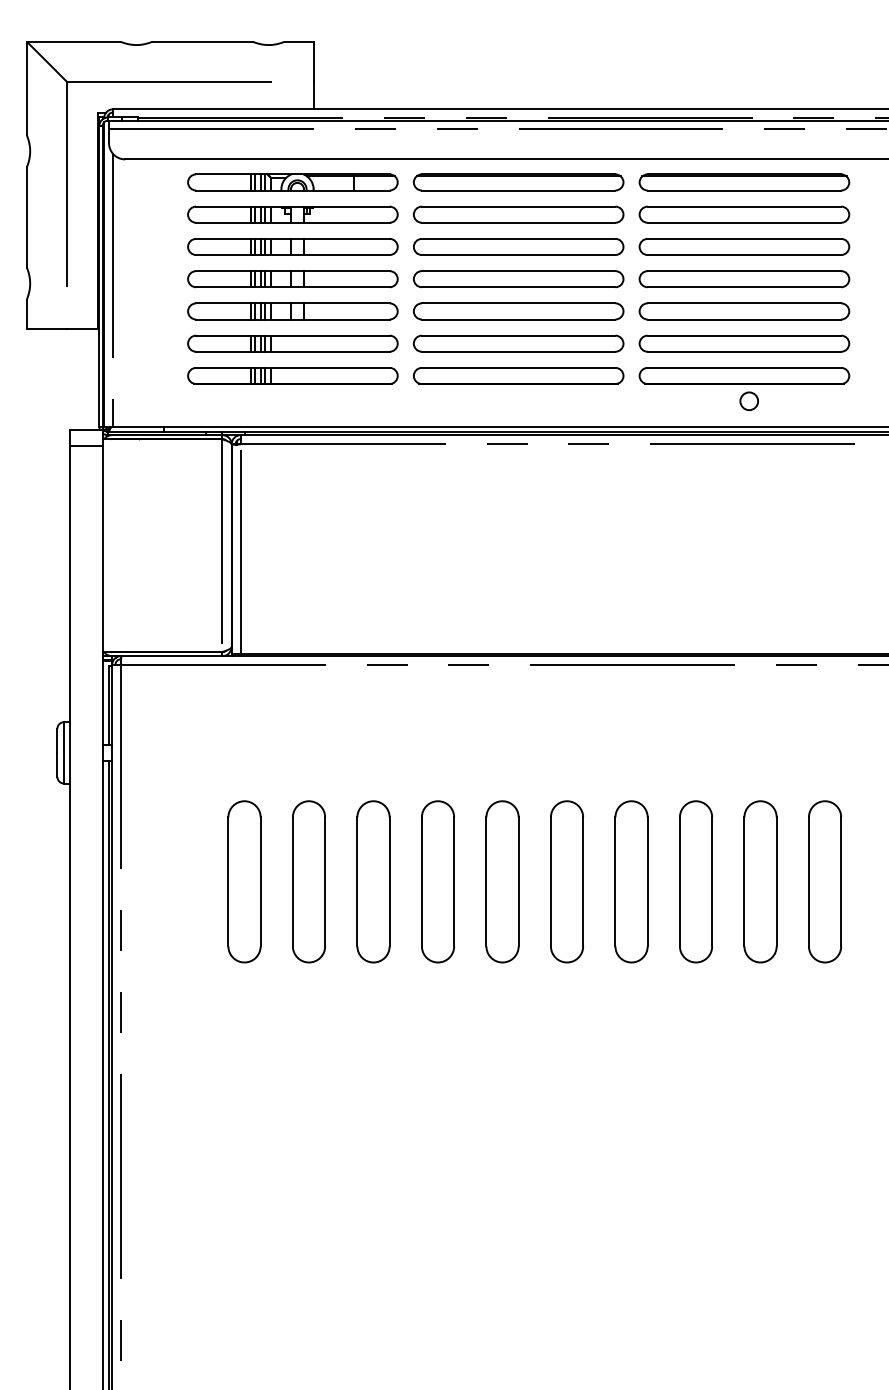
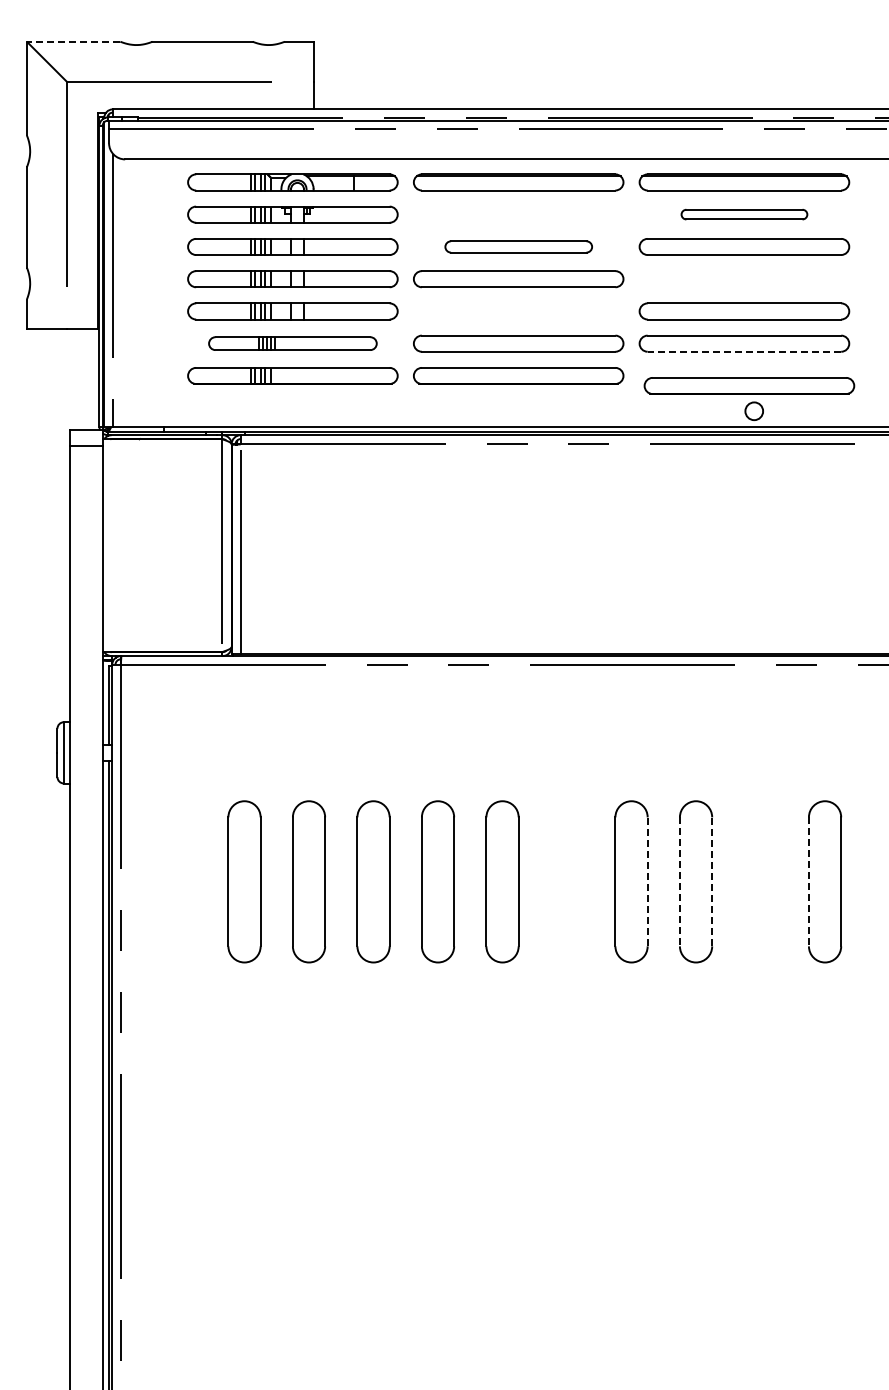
line at (73, 41): solid -> dashed
part at (518, 214): present -> none
part at (744, 214) size: 213x19 px -> 129x12 px
part at (518, 246) size: 212x18 px -> 149x14 px
part at (744, 279): present -> none
part at (518, 311): present -> none
part at (292, 343) size: 212x19 px -> 170x15 px
line at (744, 351): solid -> dashed
part at (744, 388) position: (744, 388) -> (749, 398)
part at (566, 881): present -> none
line at (647, 881): solid -> dashed
line at (679, 881): solid -> dashed
line at (712, 881): solid -> dashed
part at (760, 881): present -> none
line at (808, 881): solid -> dashed
